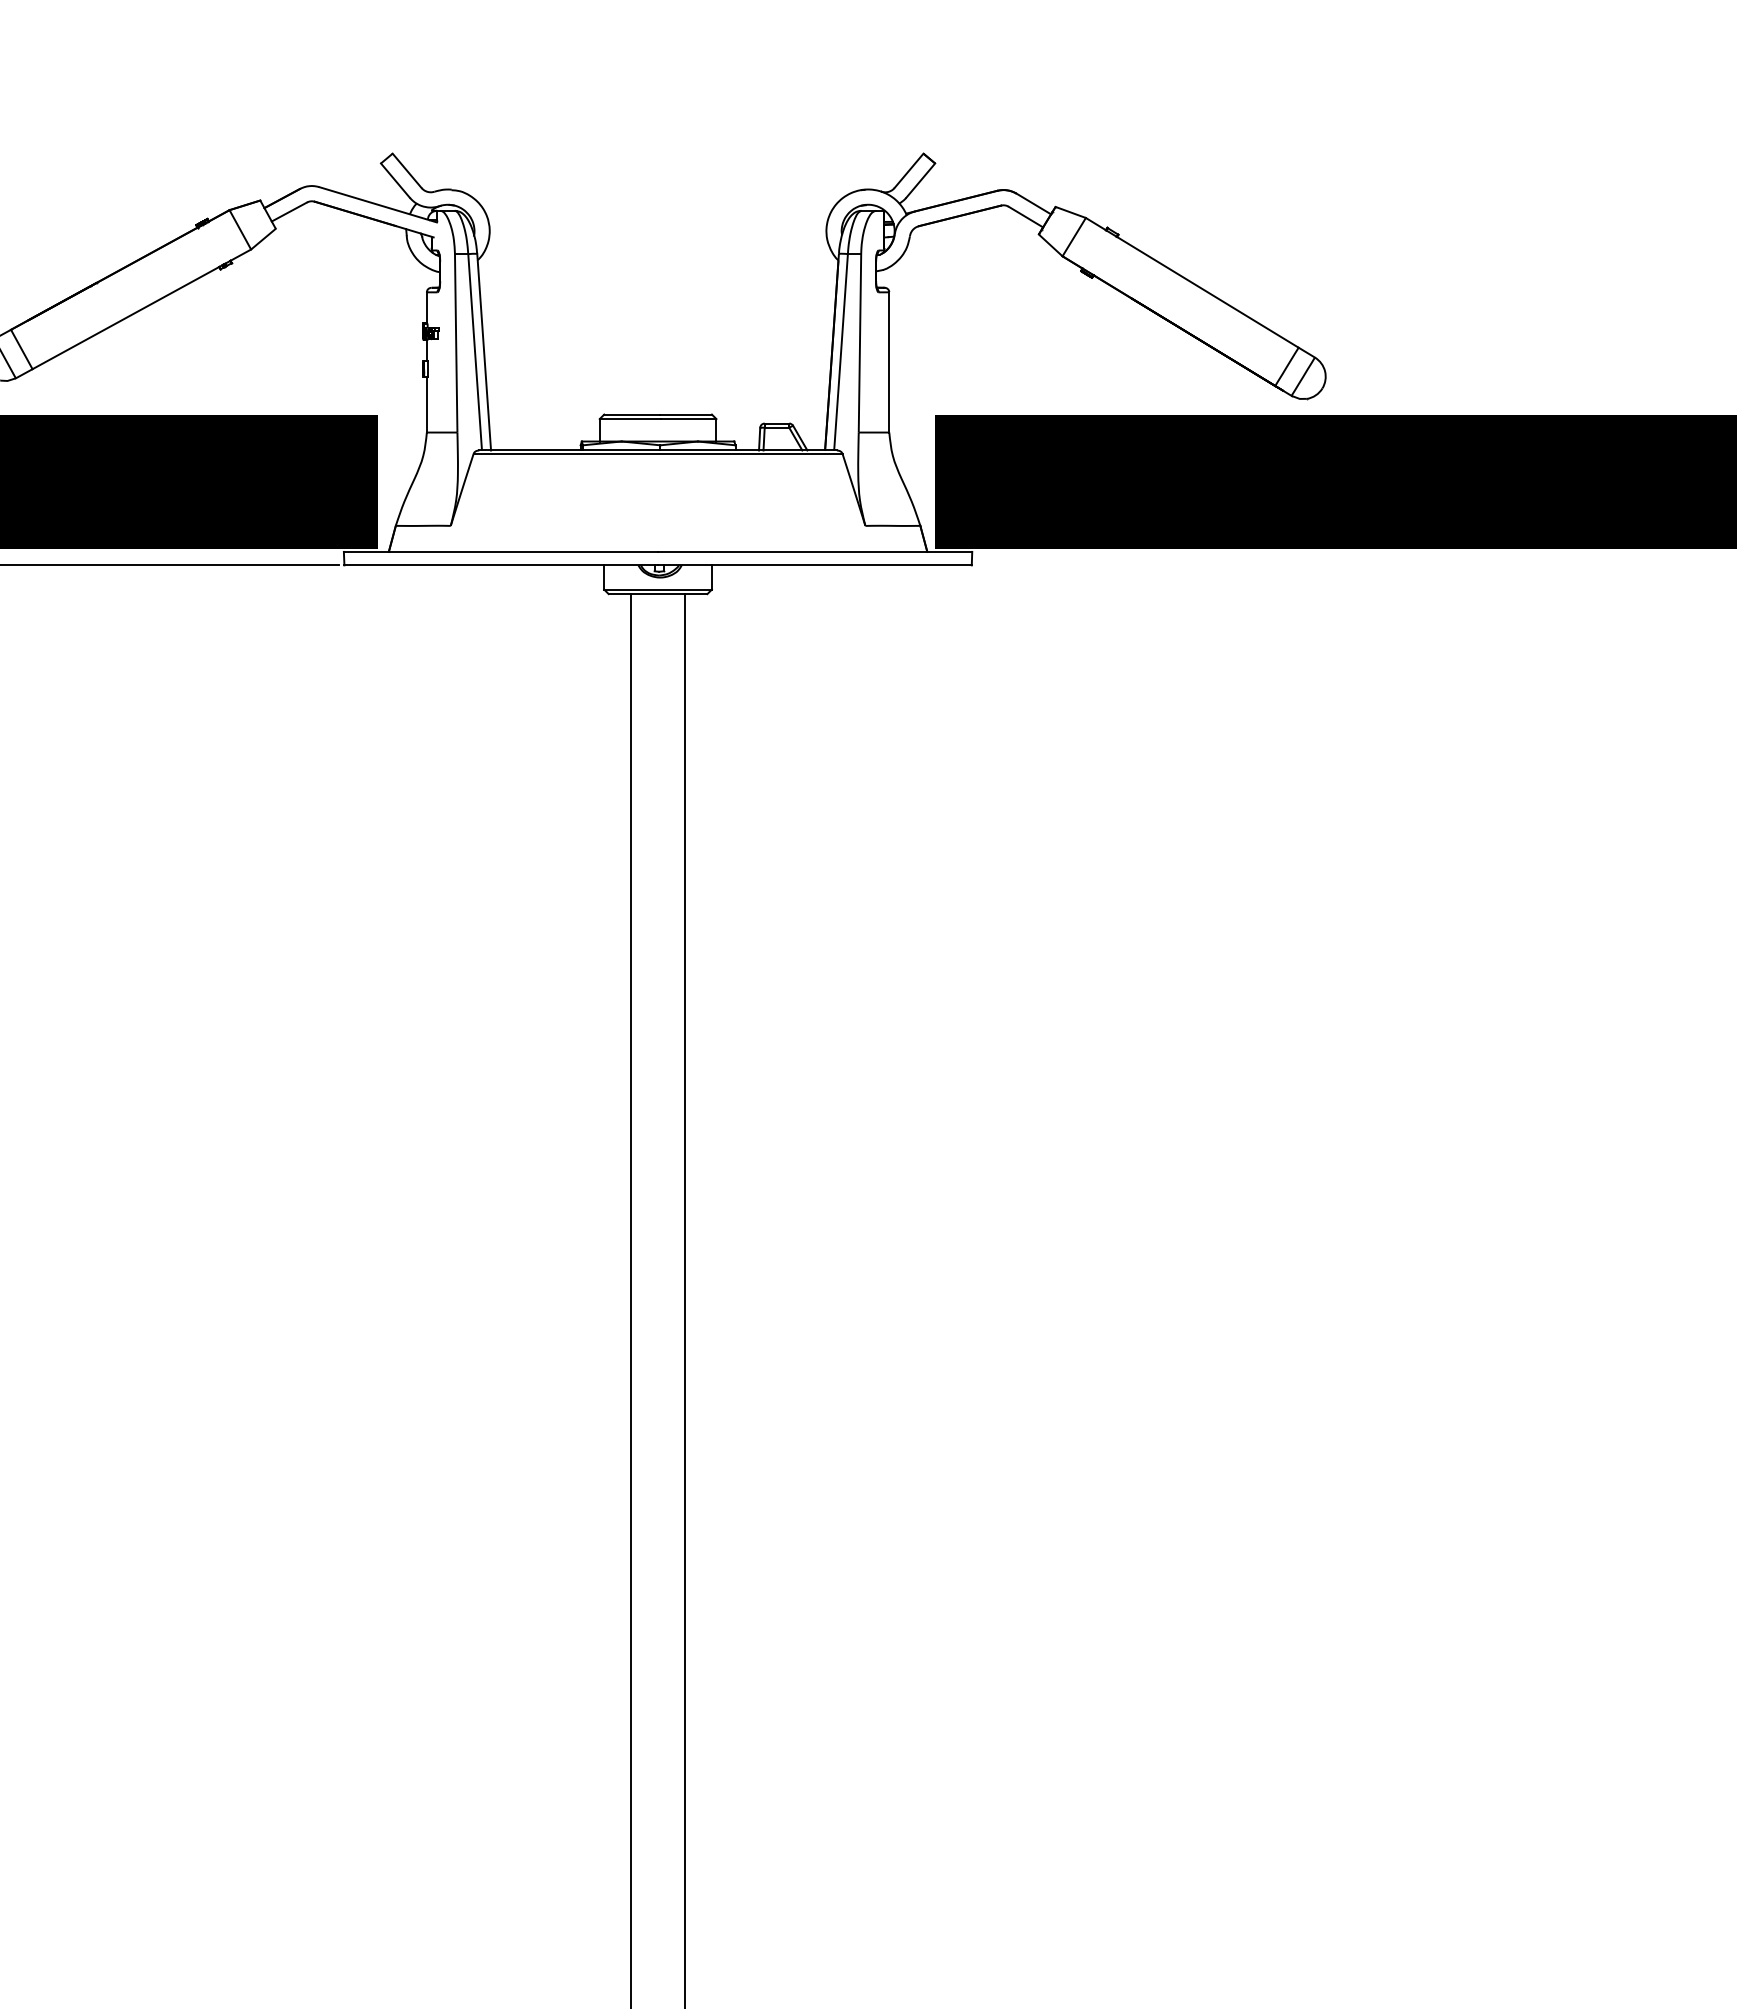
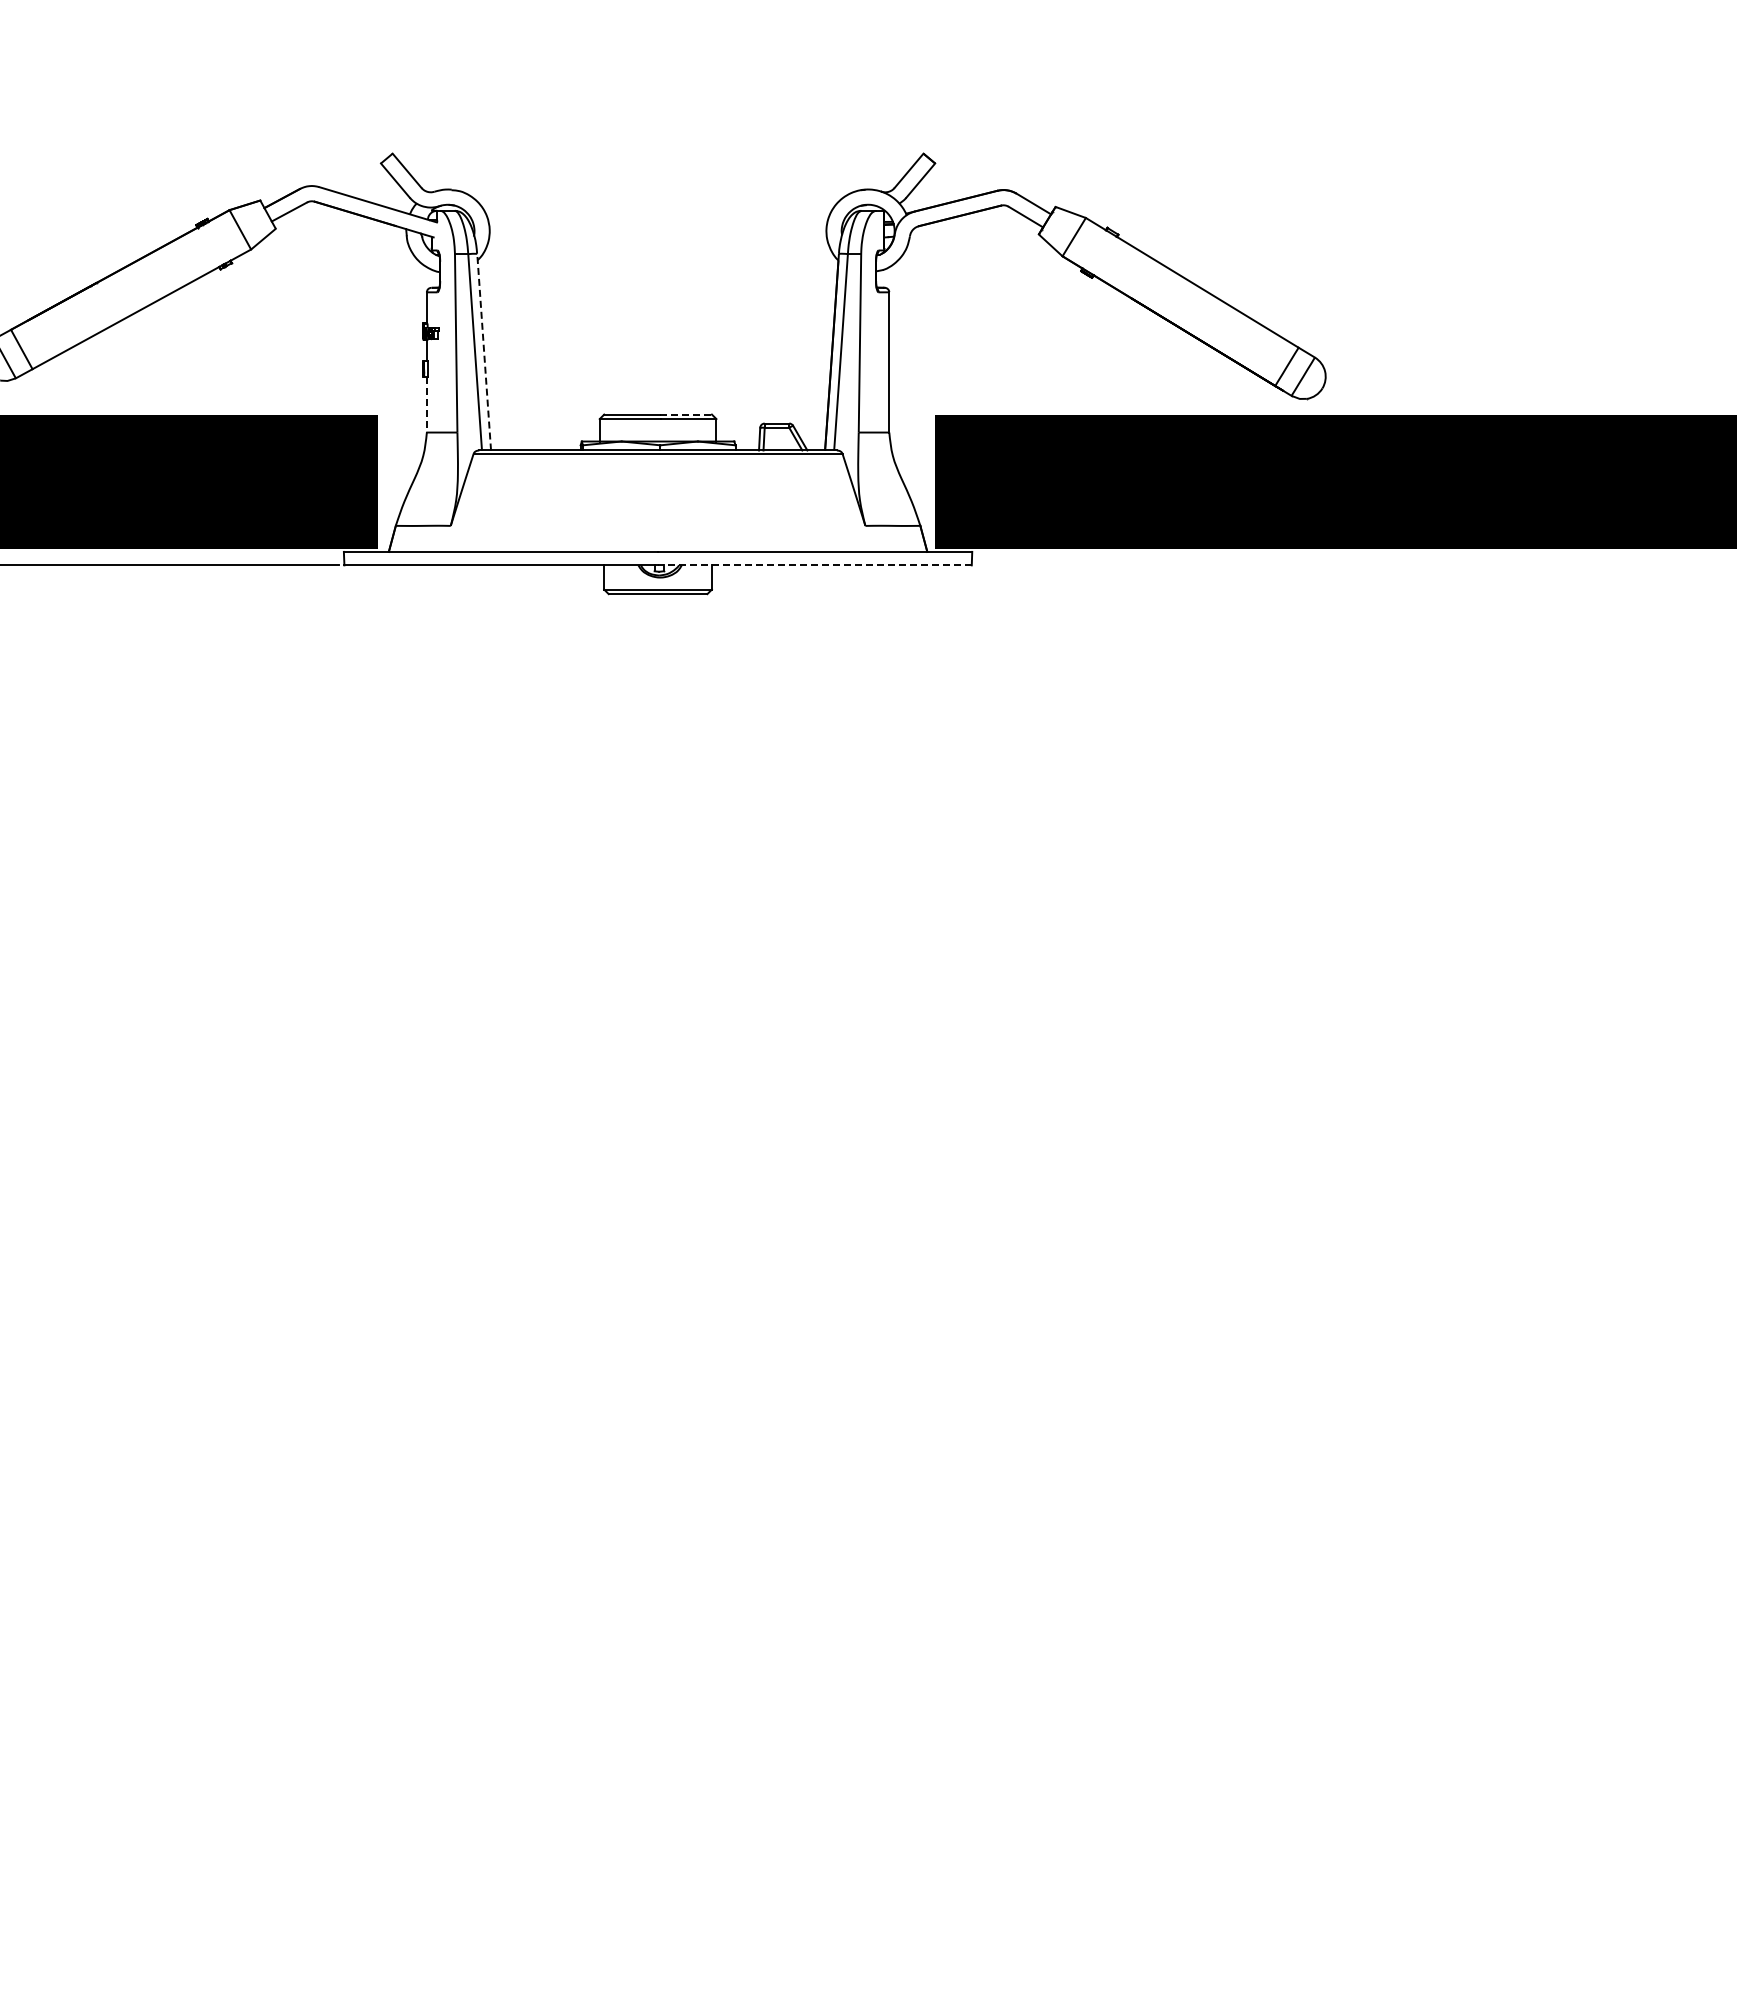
line at (484, 352): solid -> dashed
line at (426, 404): solid -> dashed
line at (686, 414): solid -> dashed
line at (814, 565): solid -> dashed
line at (631, 1299): present -> none
line at (684, 1299): present -> none
